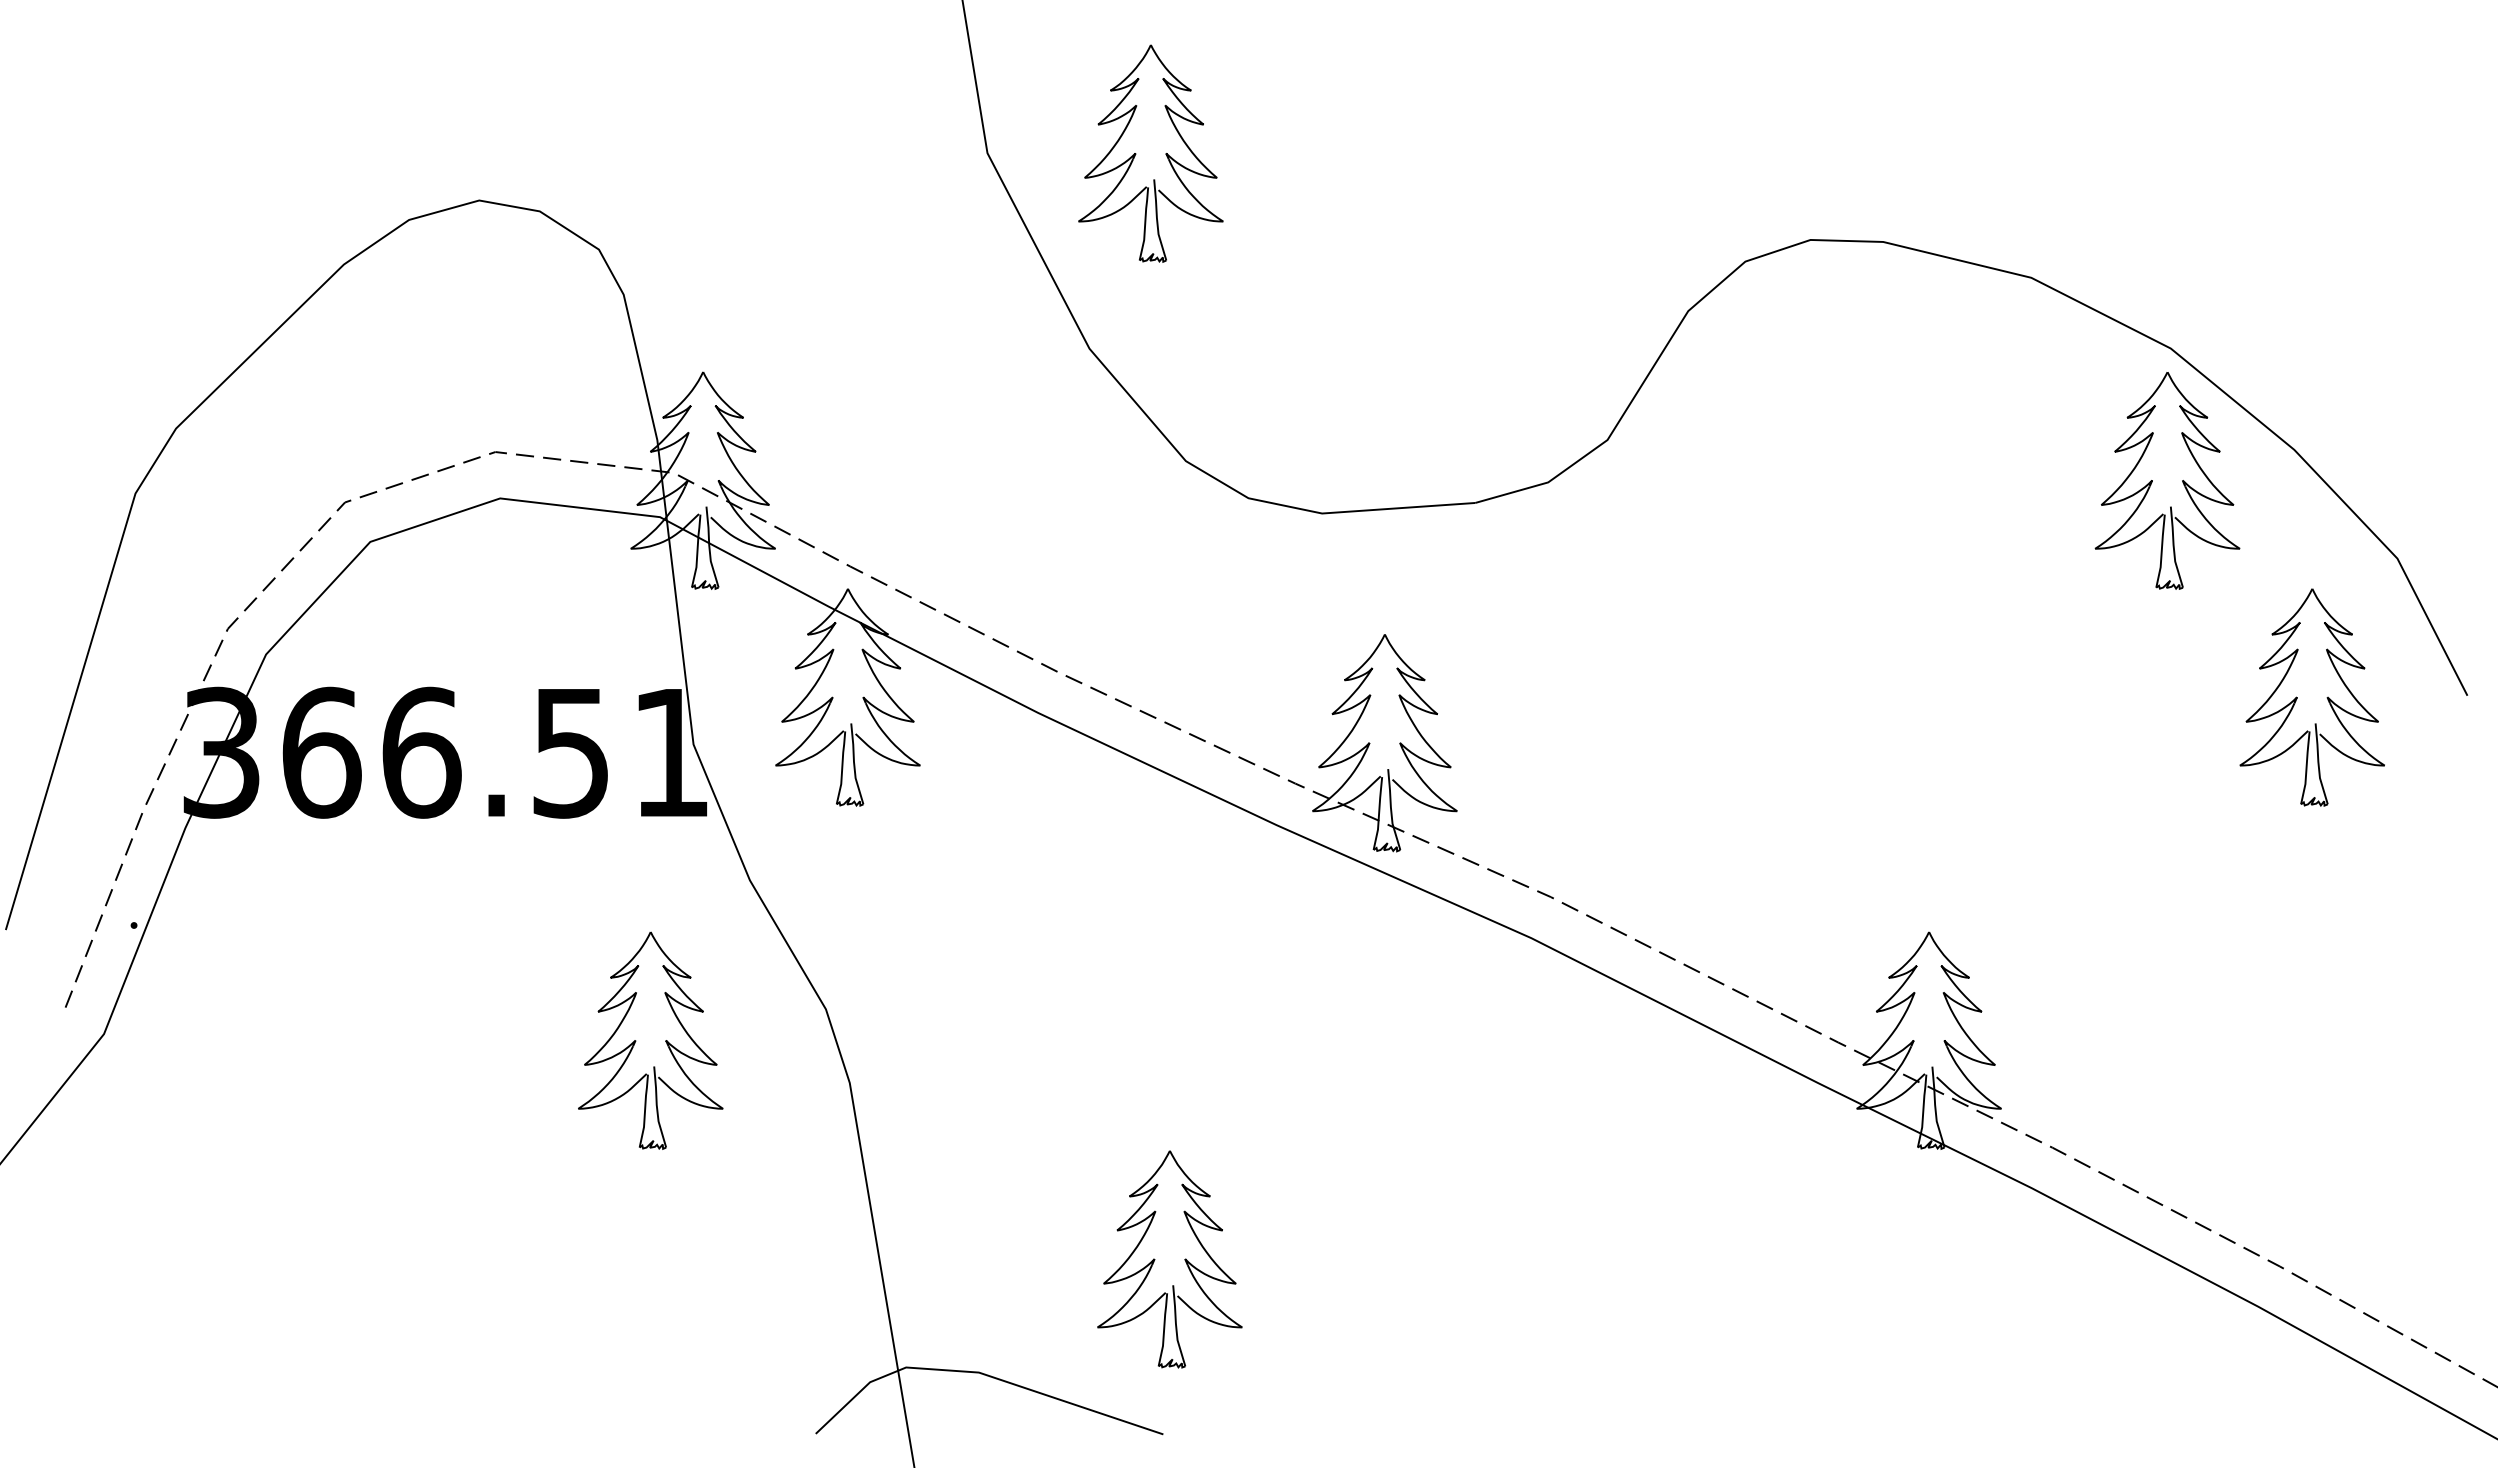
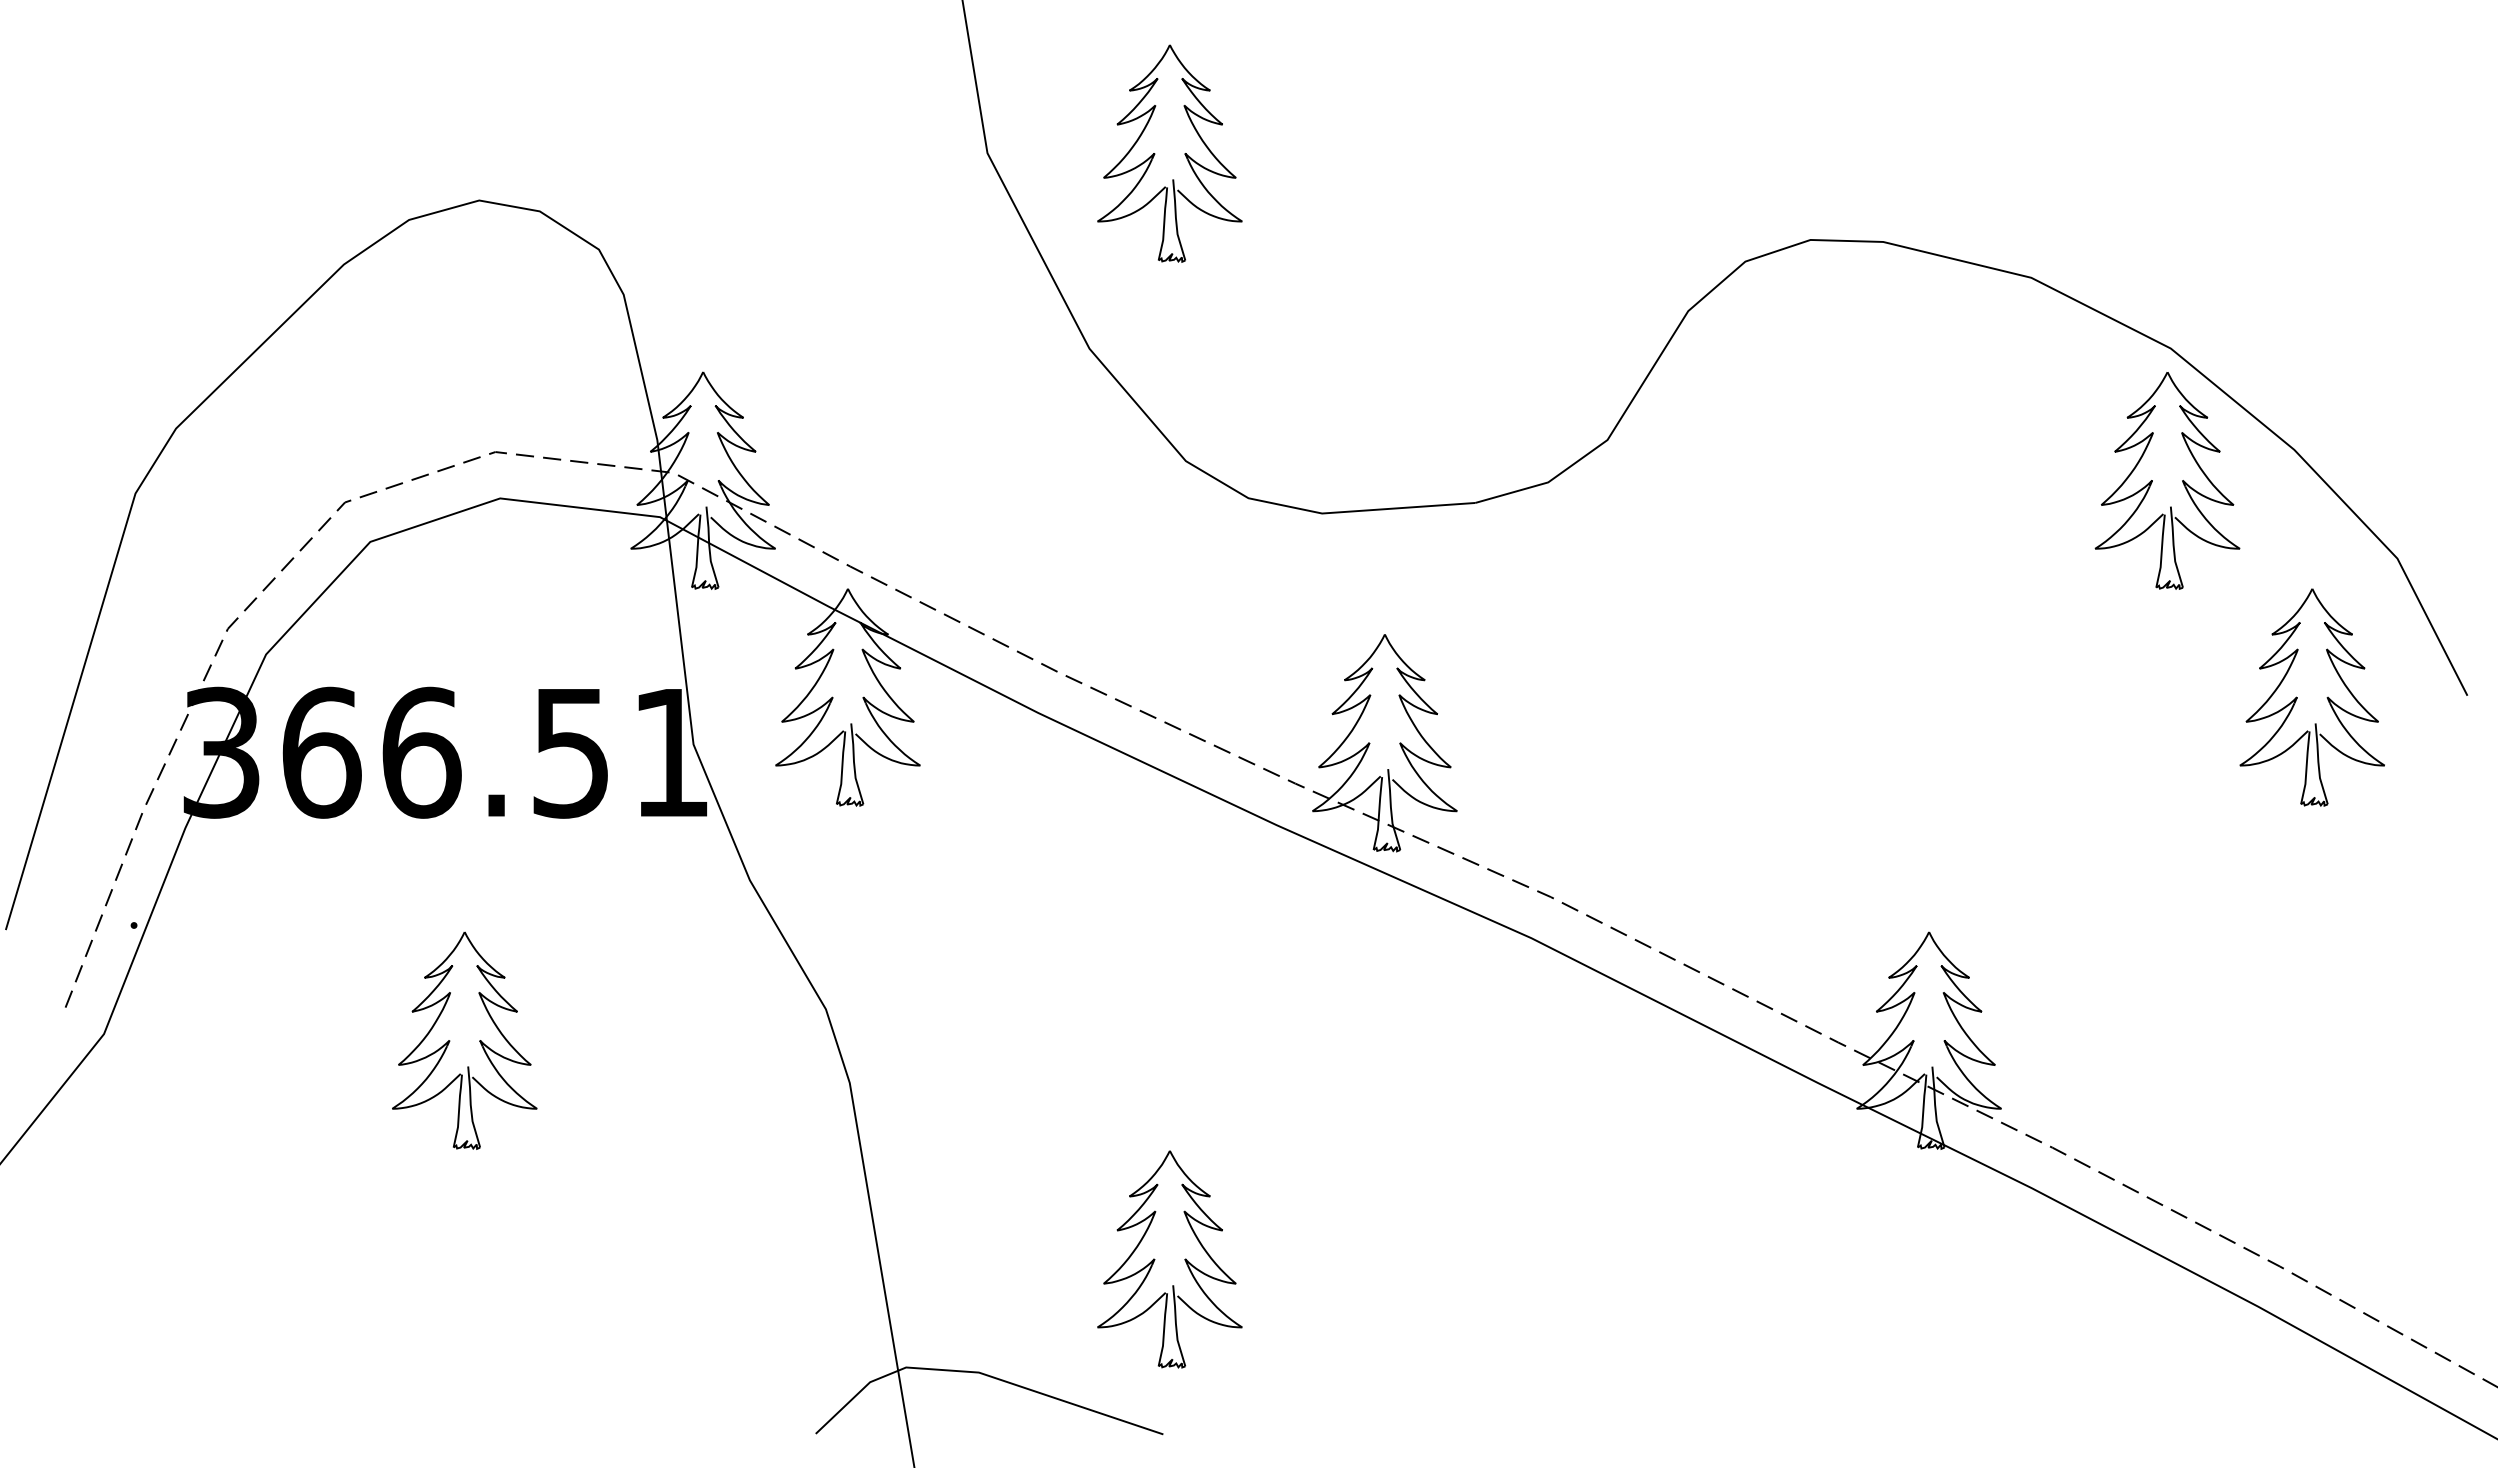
part at (1136, 153) position: (1136, 153) -> (1155, 153)
part at (636, 1040) position: (636, 1040) -> (450, 1040)
